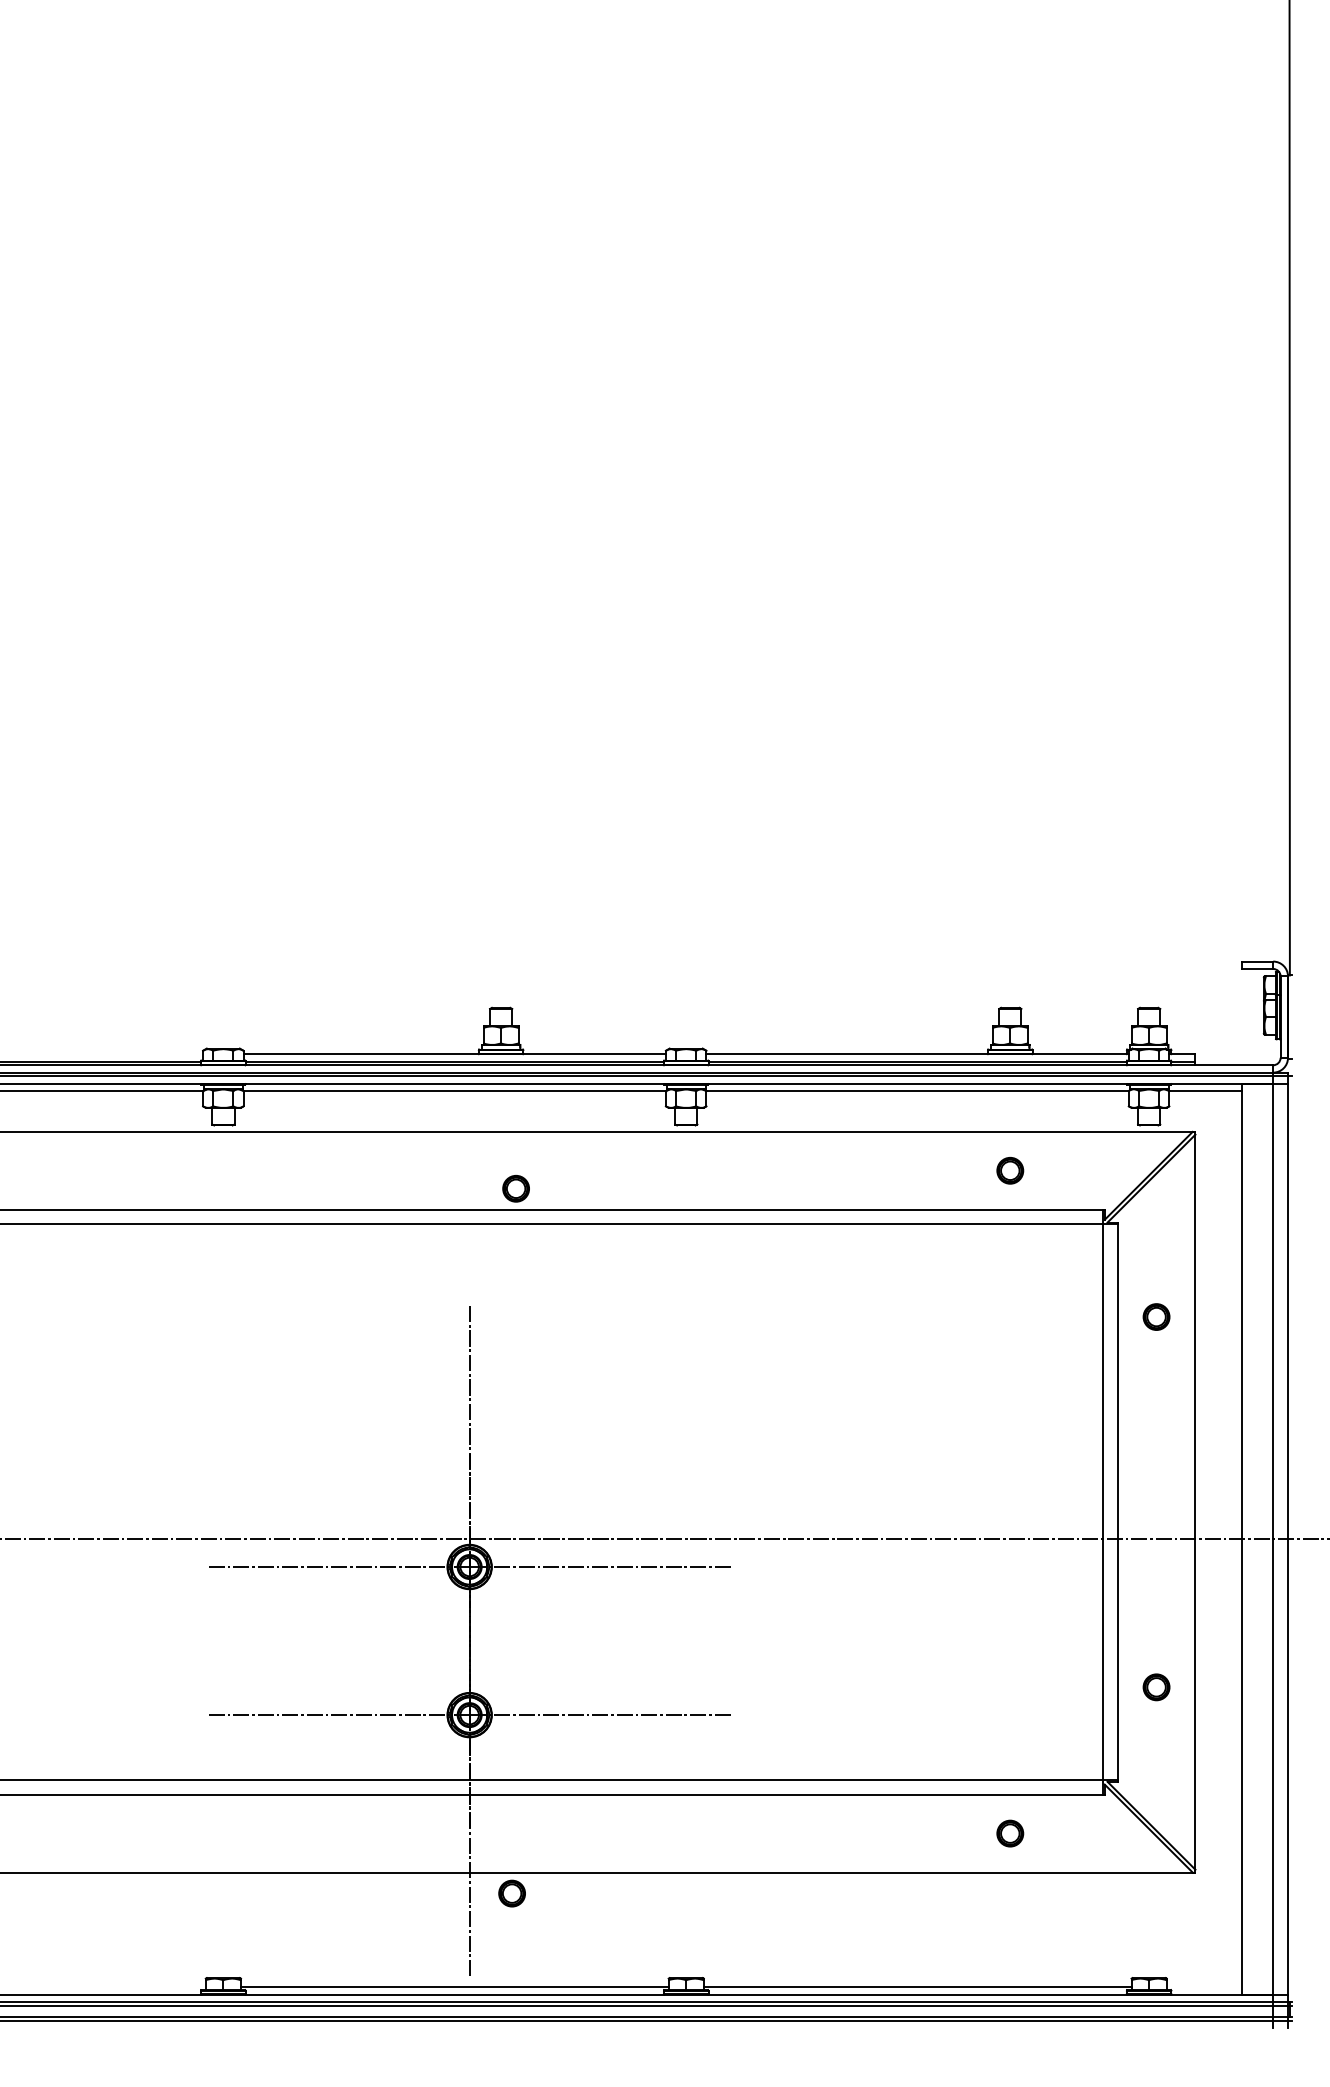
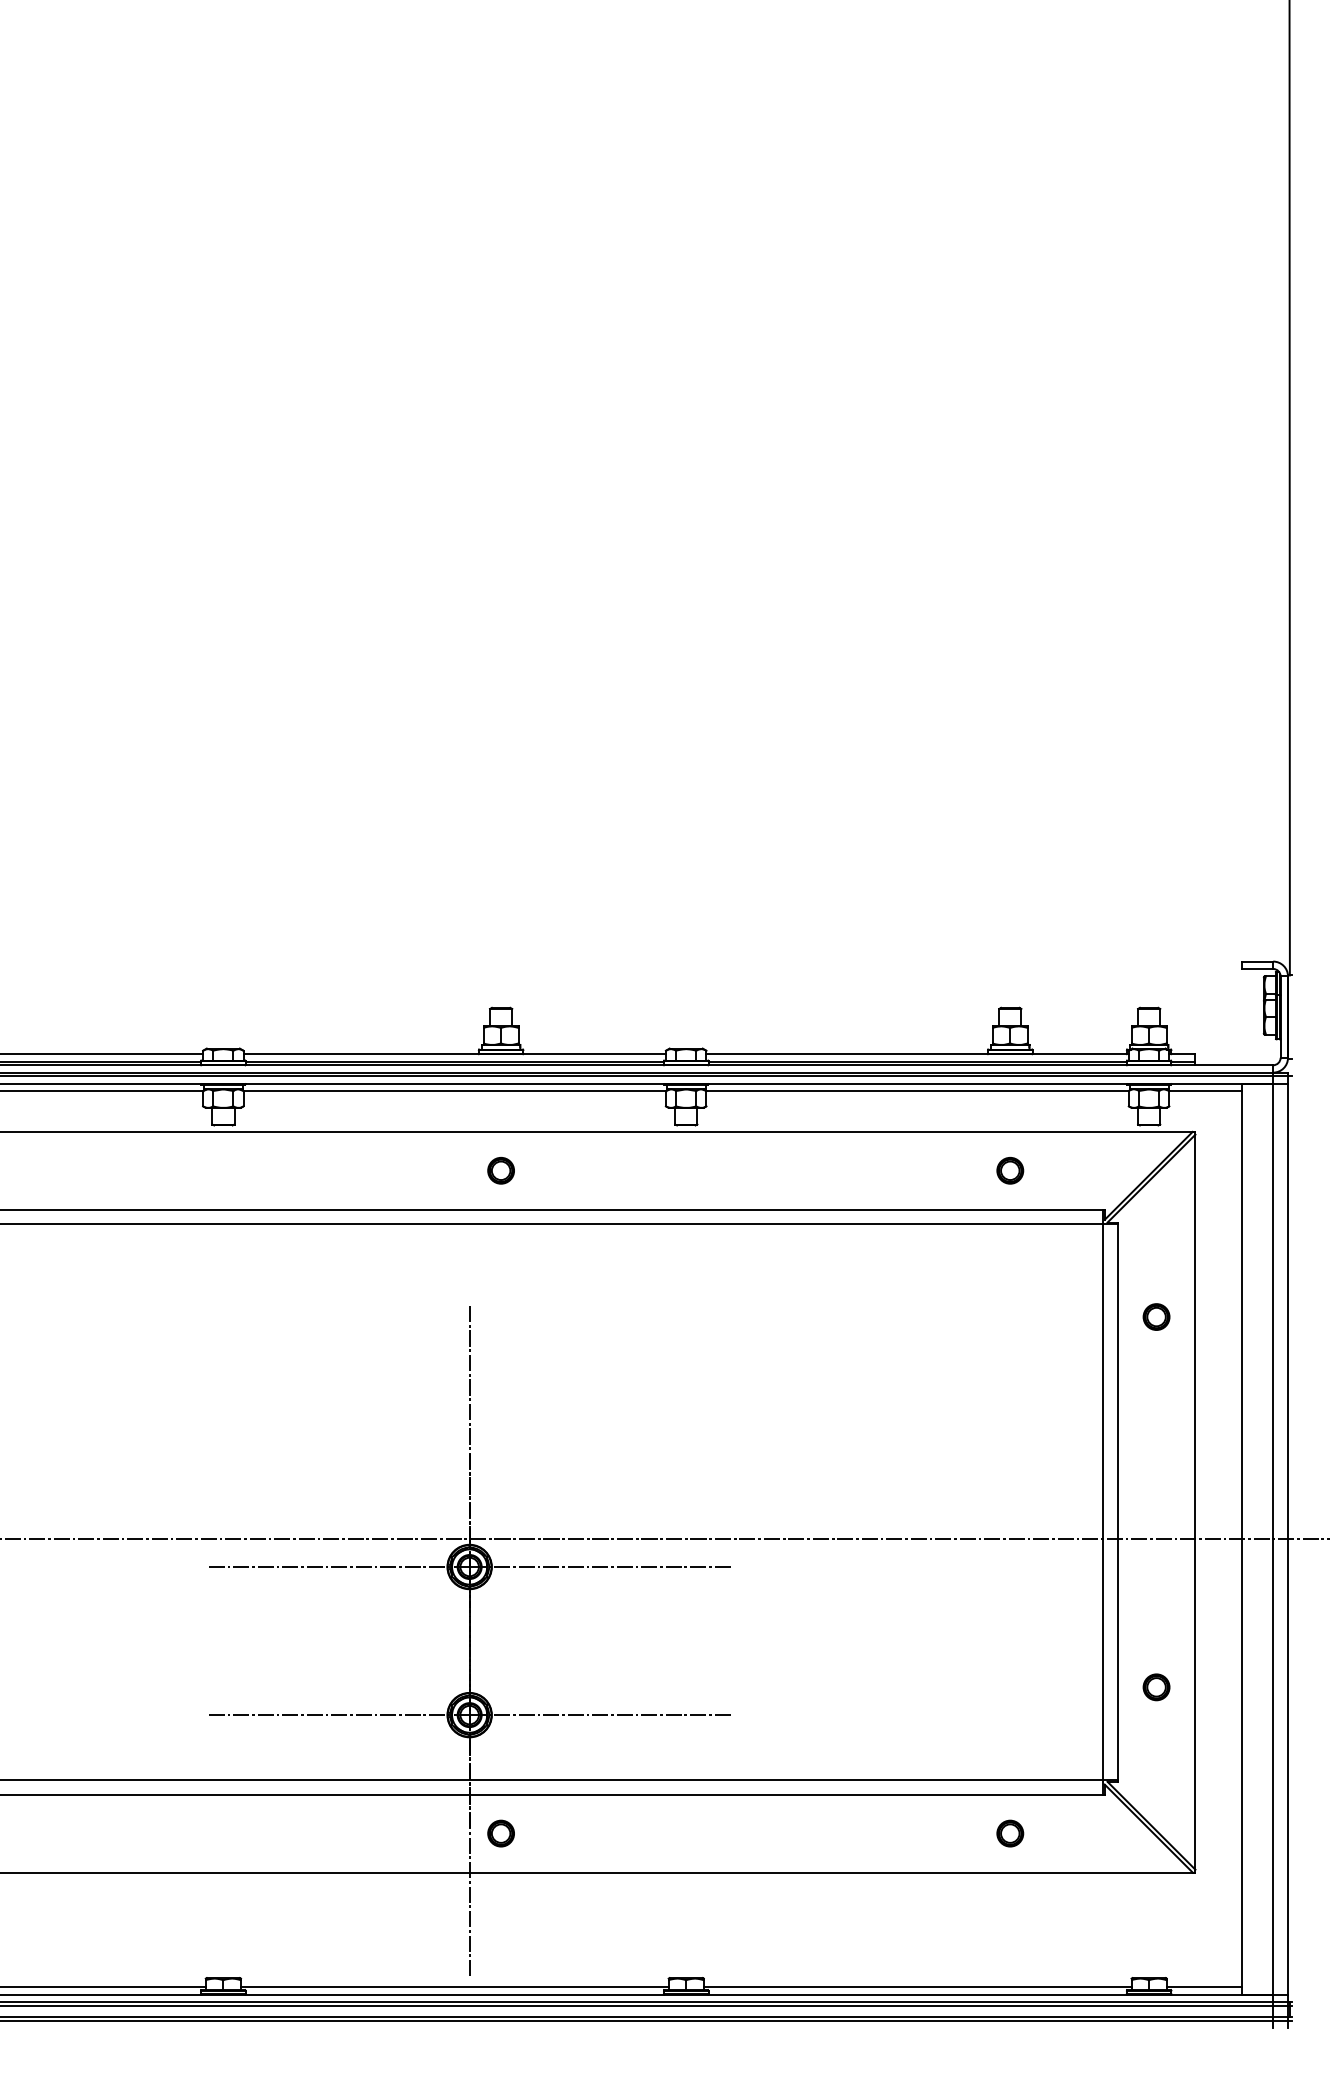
line at (102, 1054): none -> present
part at (515, 1188) position: (515, 1188) -> (500, 1170)
part at (511, 1893) position: (511, 1893) -> (500, 1833)
line at (103, 1987): none -> present
line at (1203, 1987): none -> present
